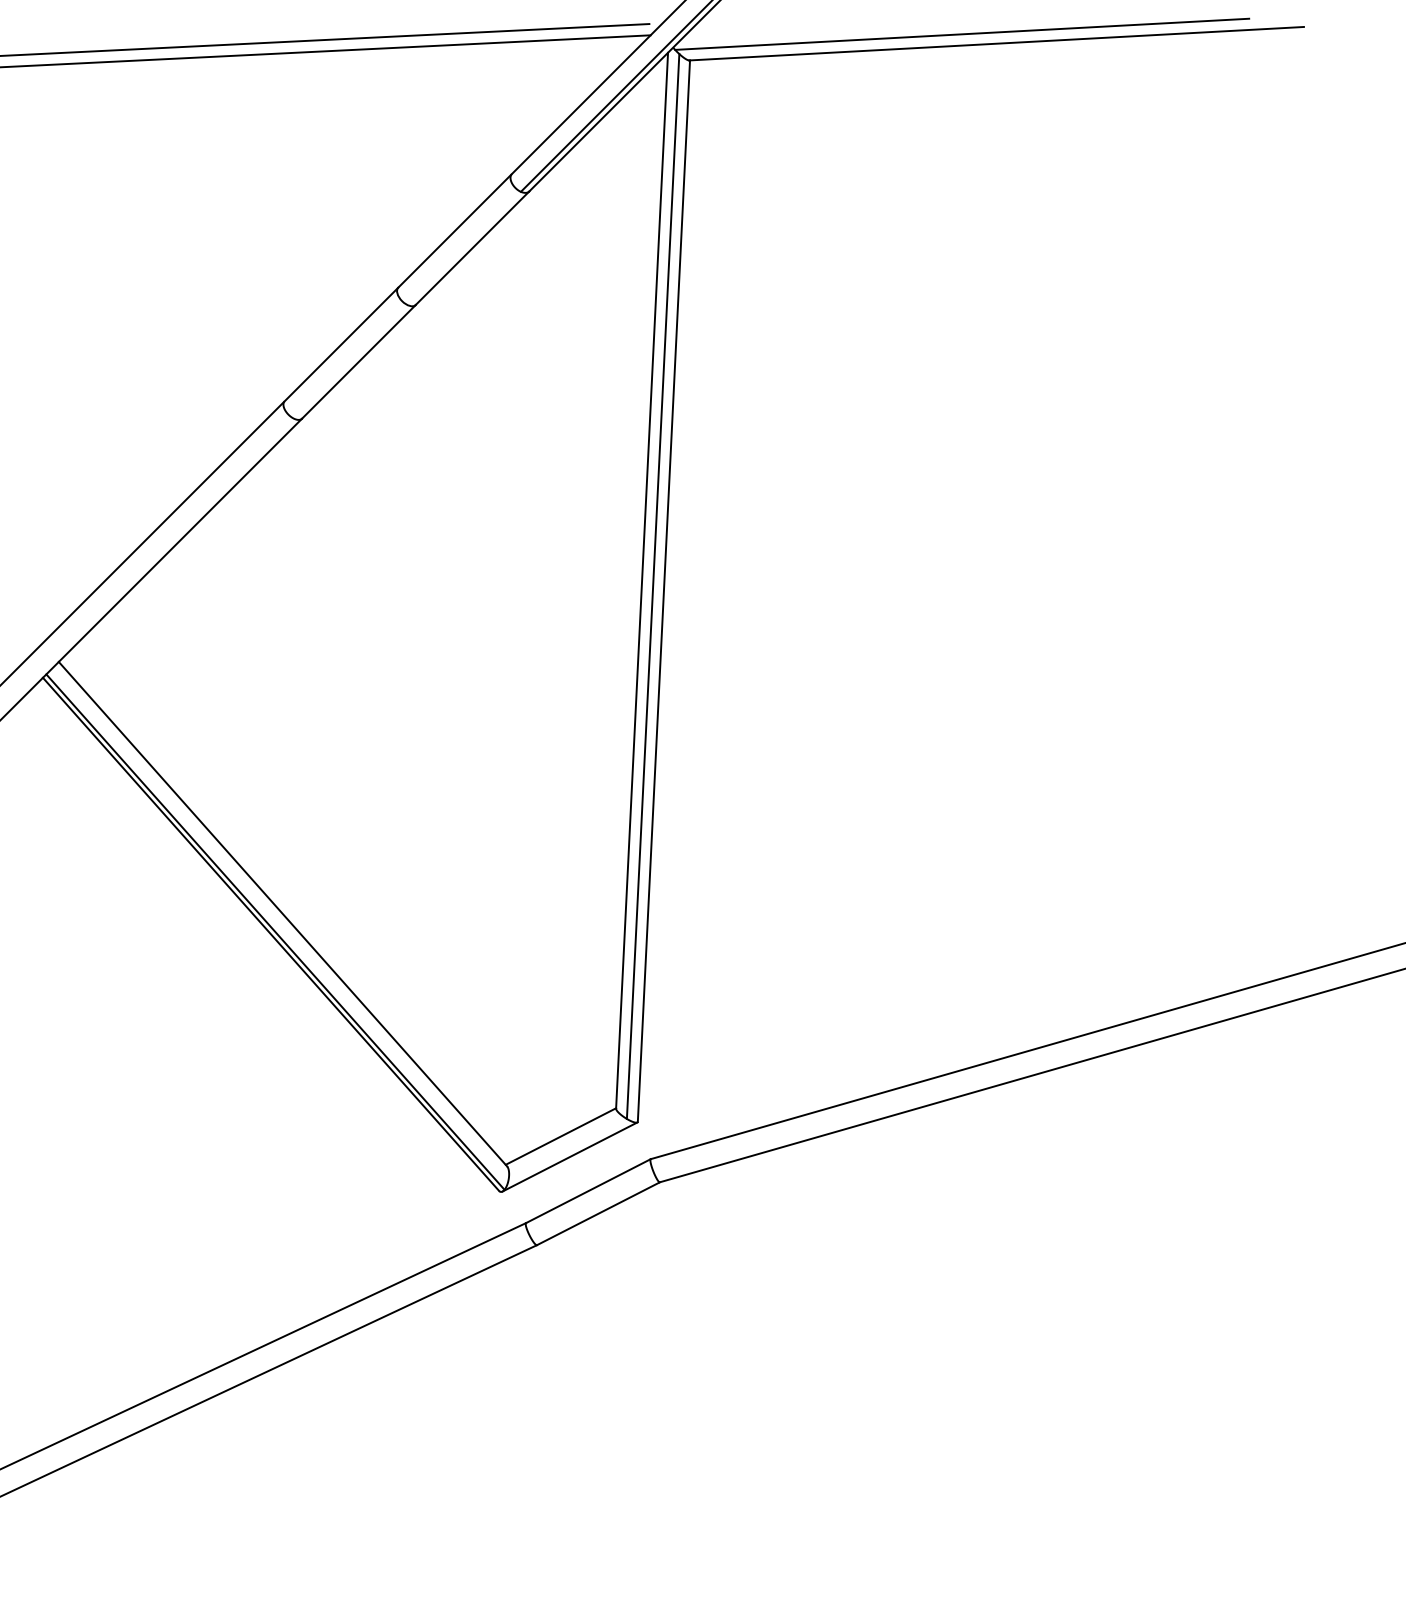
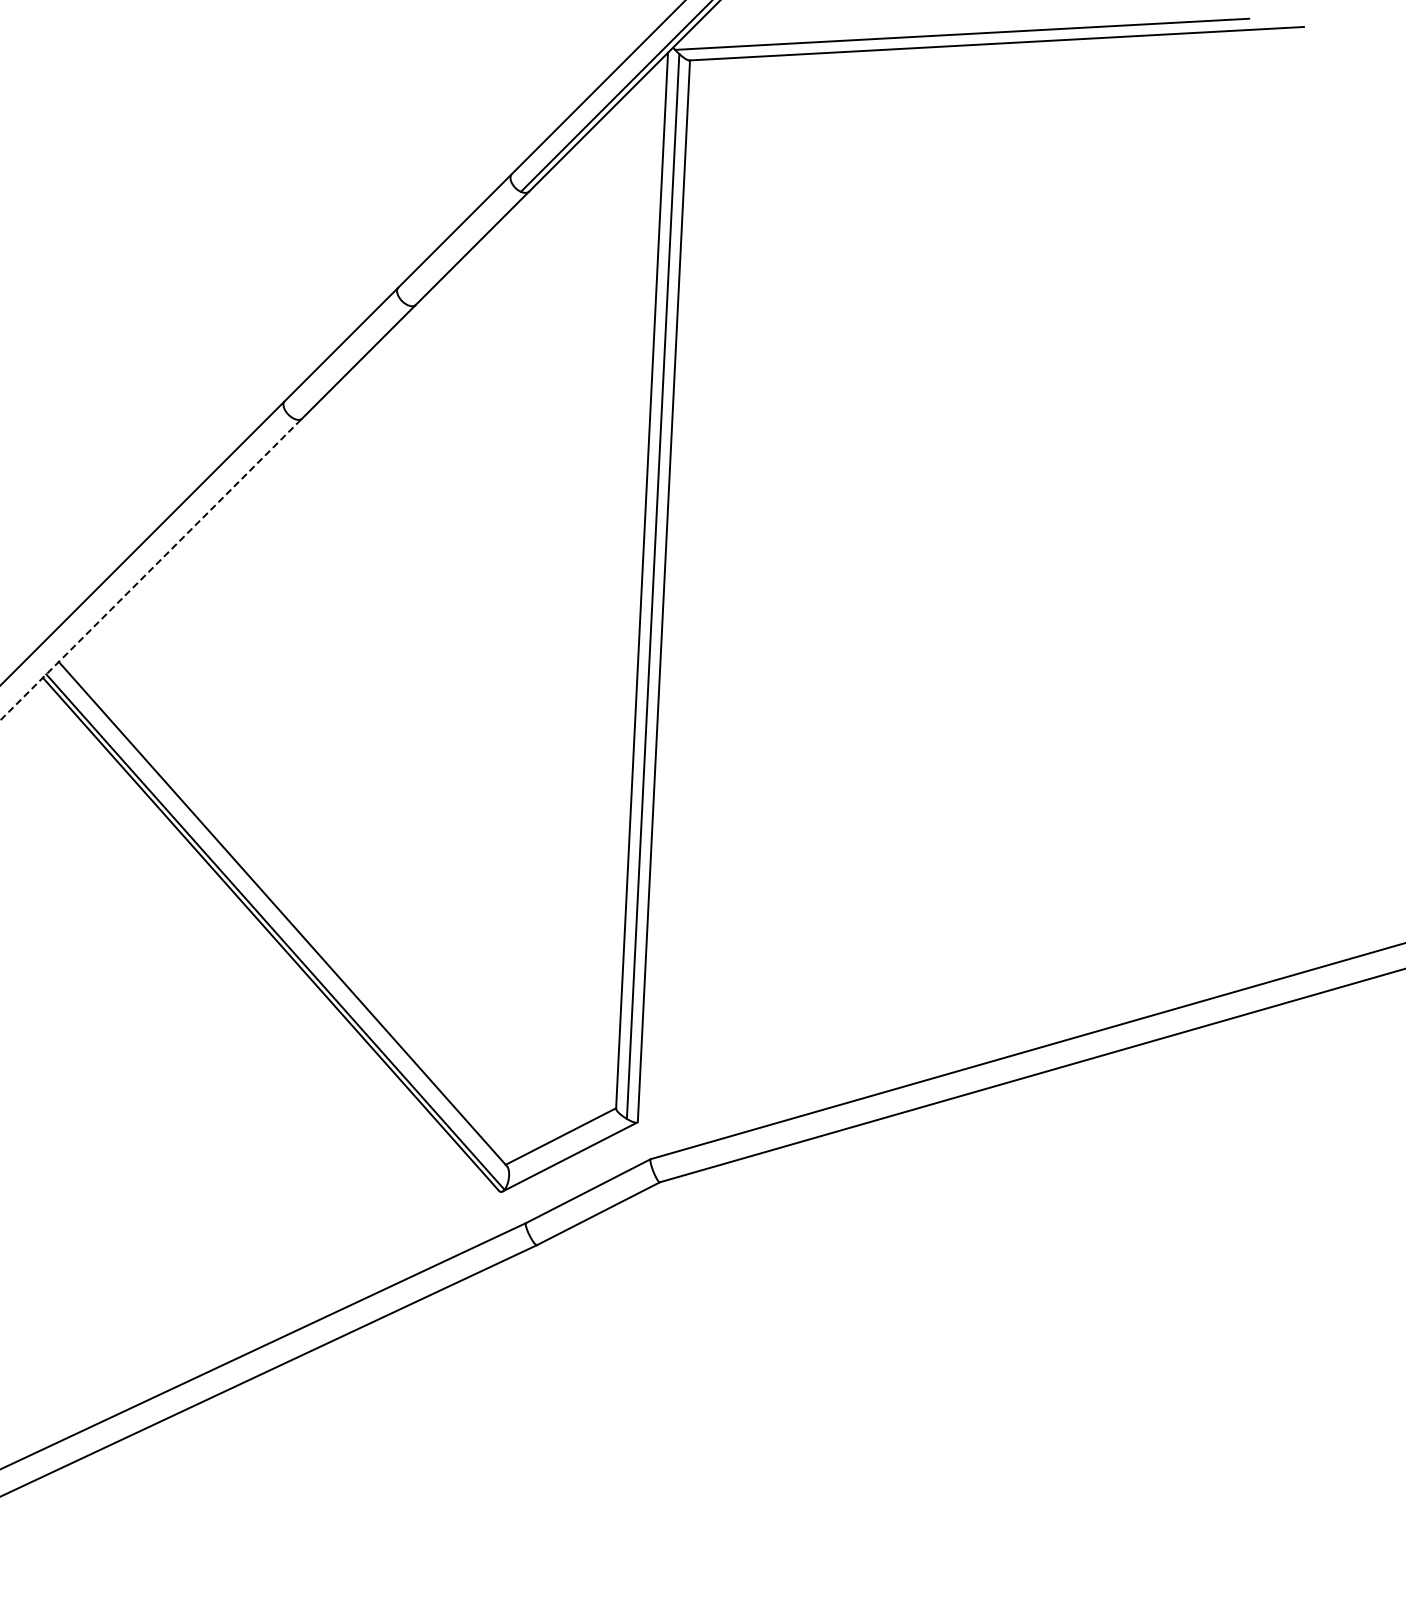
line at (325, 39): present -> none
line at (326, 51): present -> none
line at (151, 569): solid -> dashed
